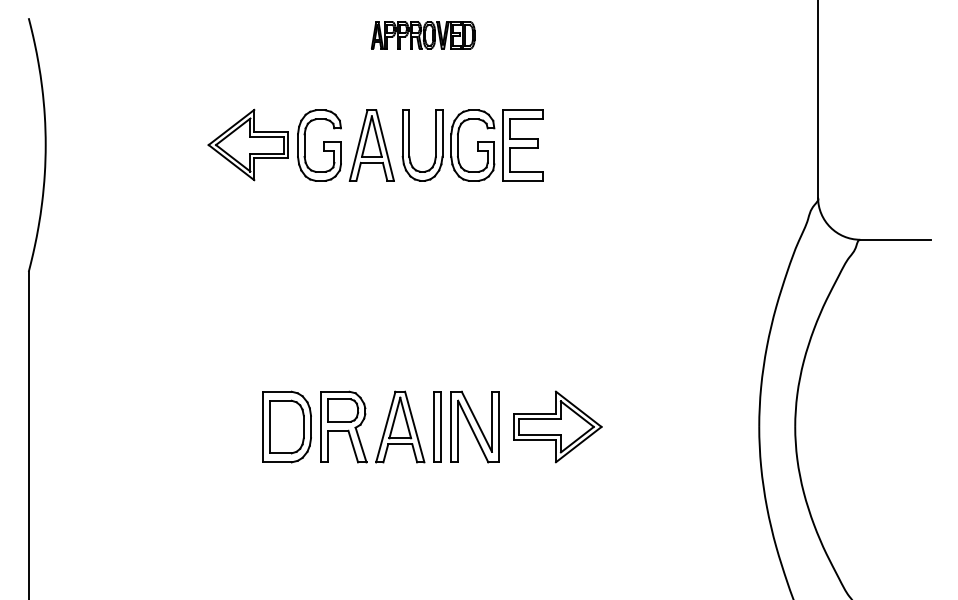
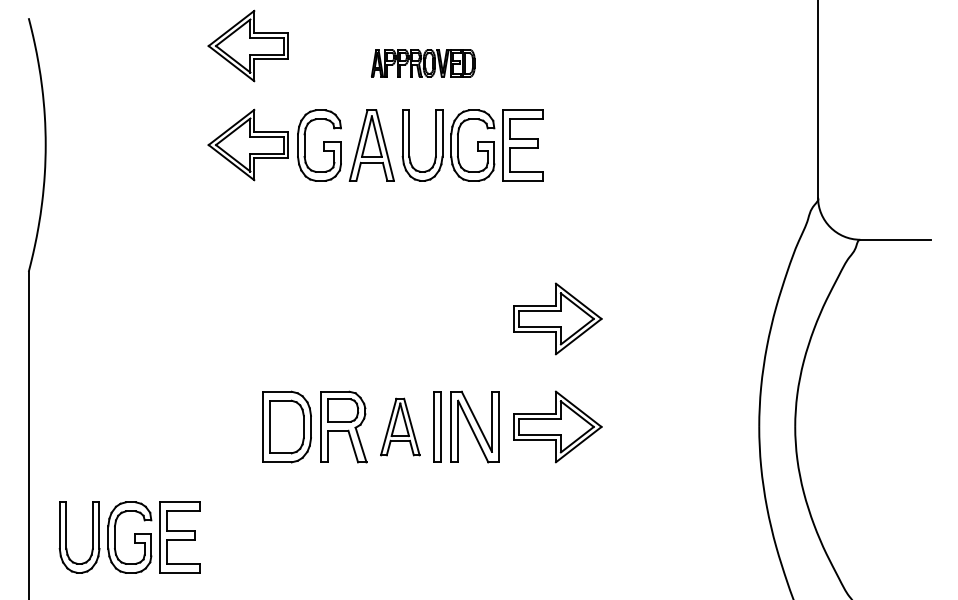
part at (423, 35) position: (423, 35) -> (423, 63)
part at (247, 45): none -> present
part at (557, 318): none -> present
part at (400, 426) size: 51x74 px -> 41x60 px
part at (129, 537): none -> present
